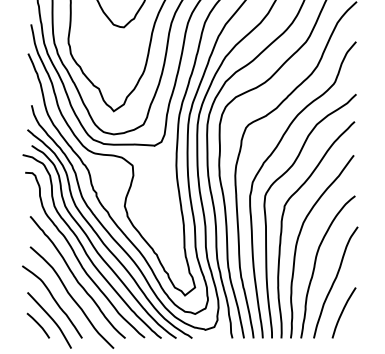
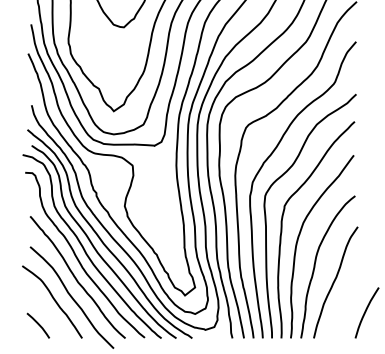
curve at (343, 312) position: (343, 312) -> (366, 312)
curve at (50, 318): present -> none
